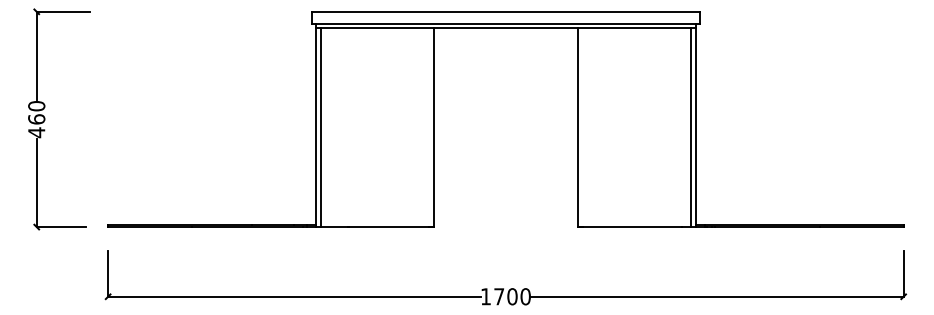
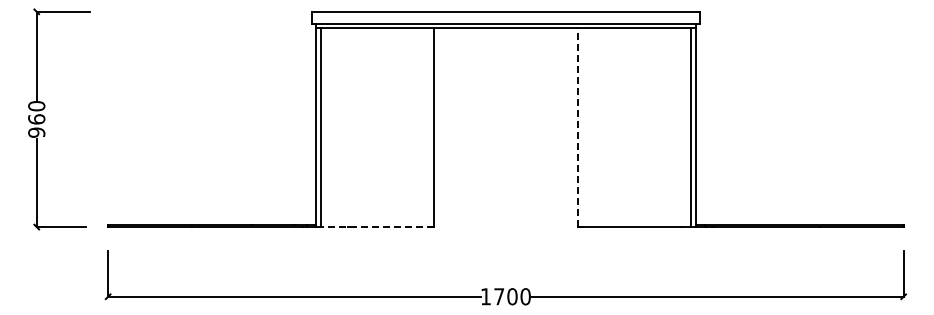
line at (577, 127): solid -> dashed
text at (36, 132): 460 -> 960
line at (377, 227): solid -> dashed
